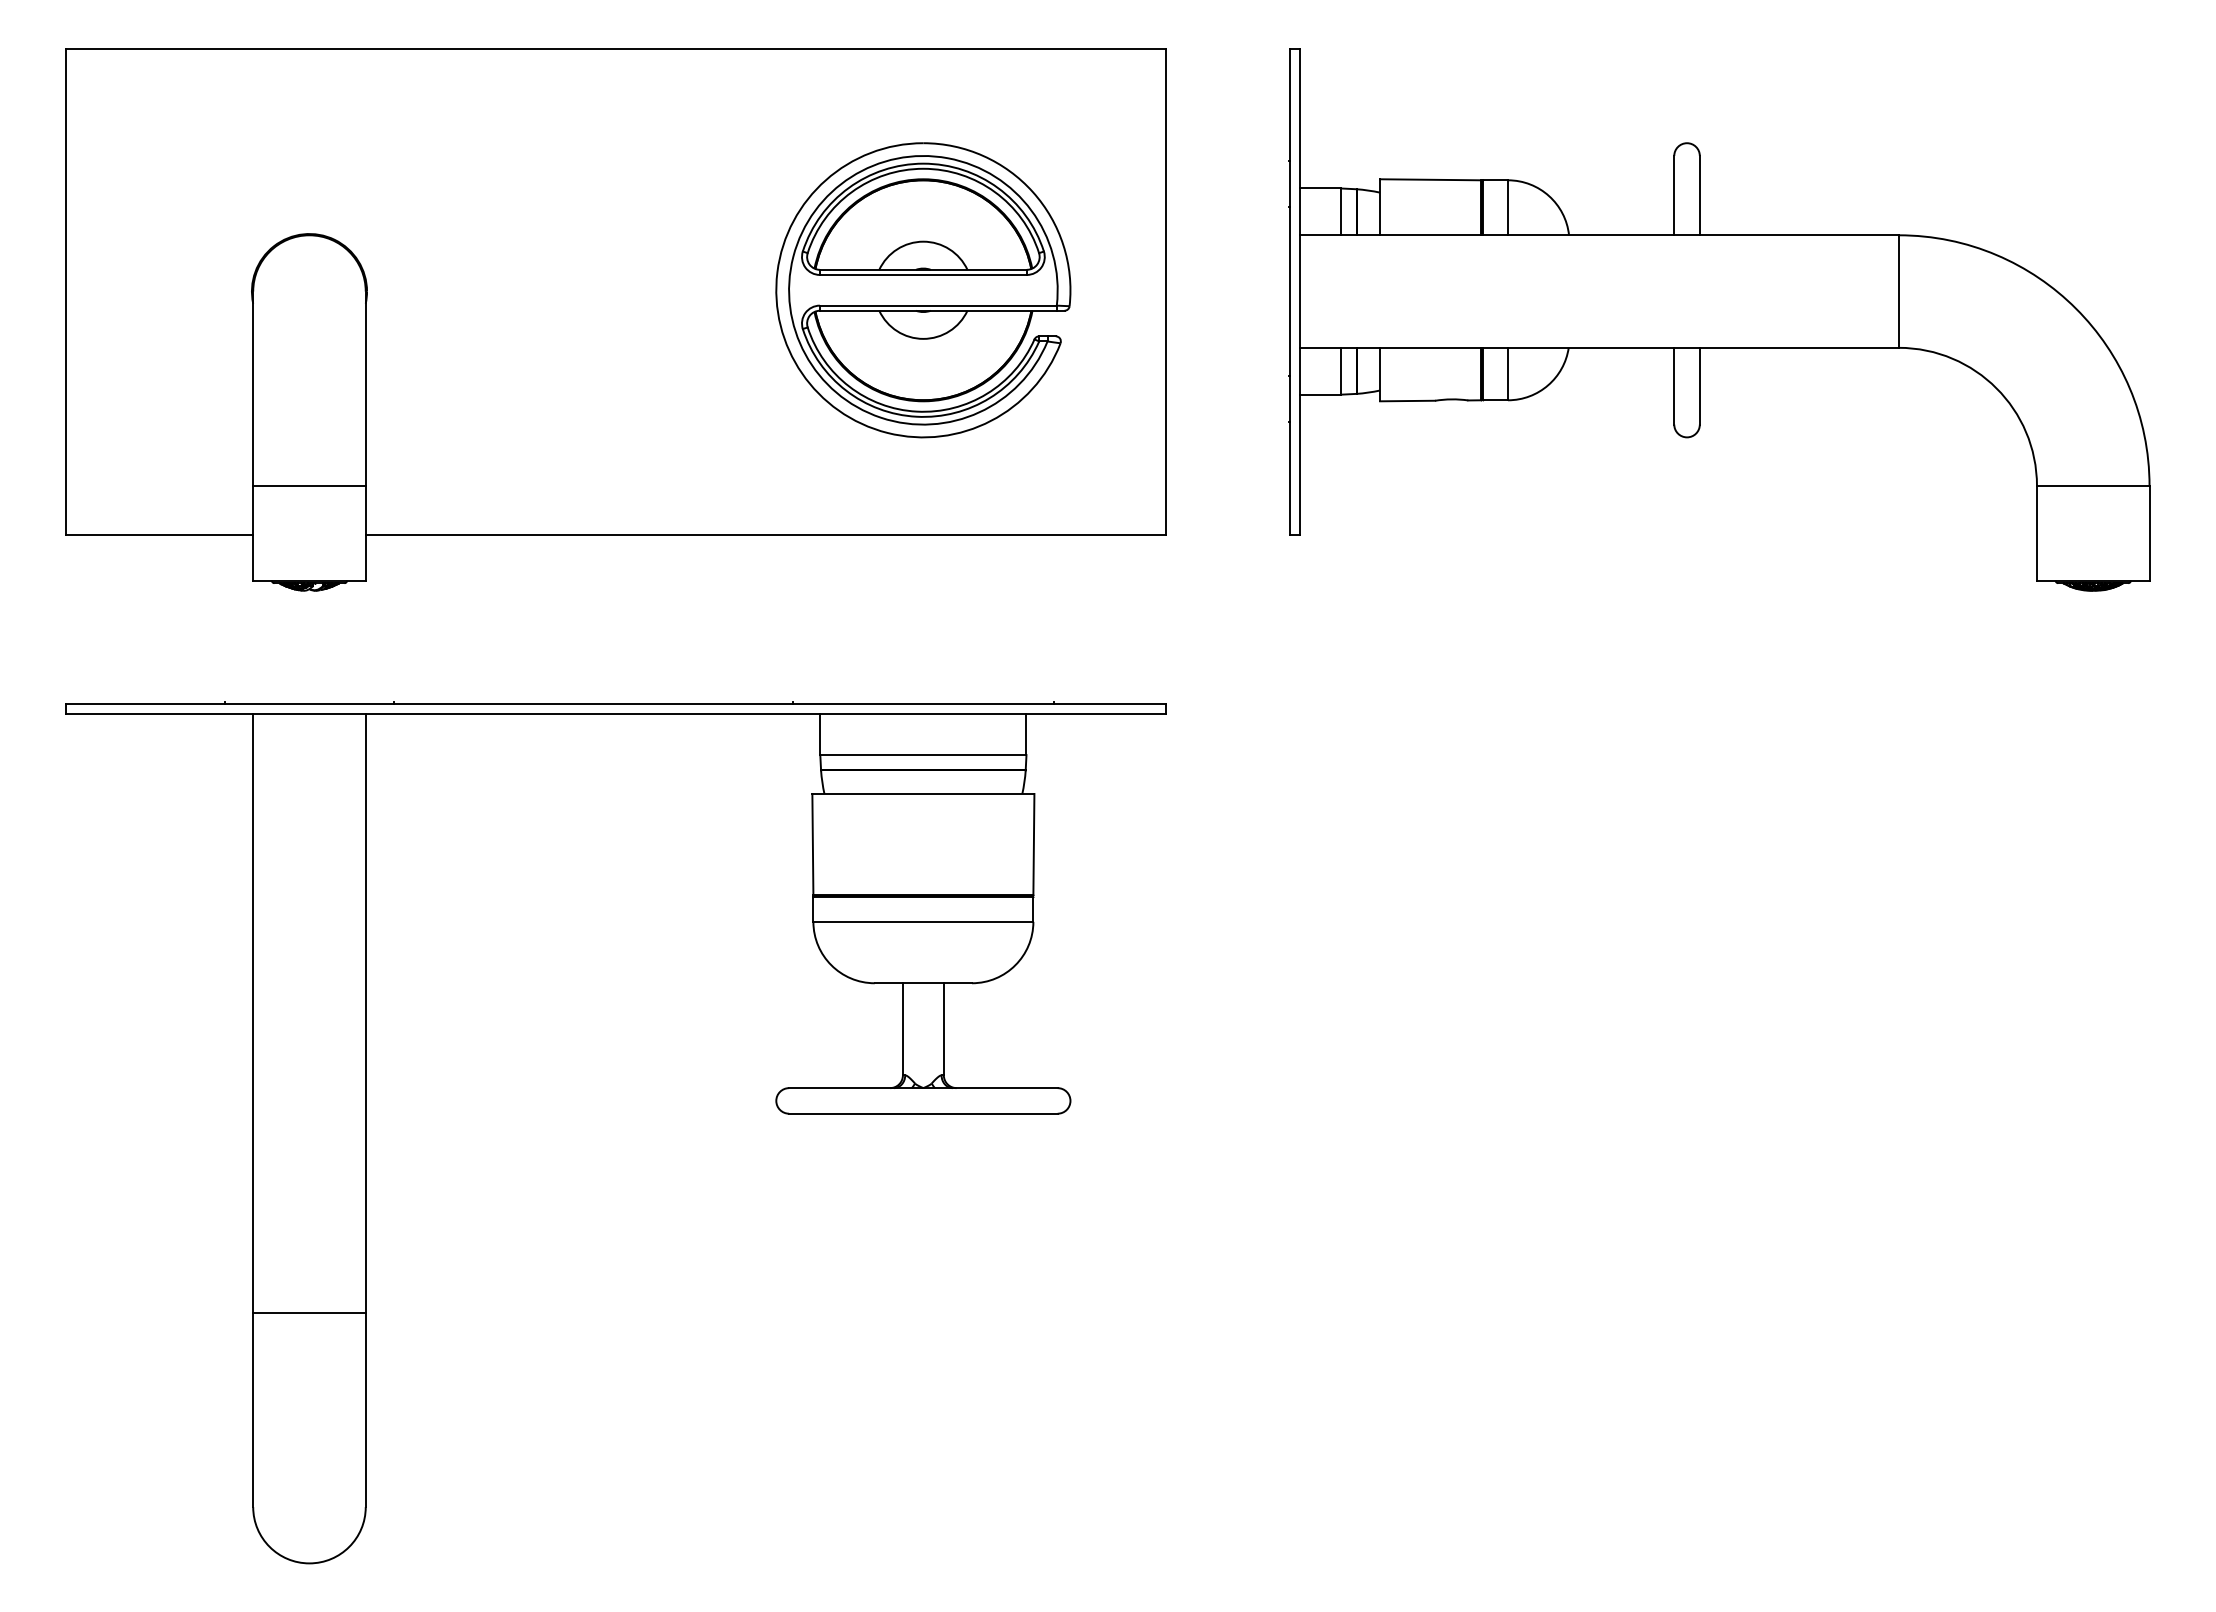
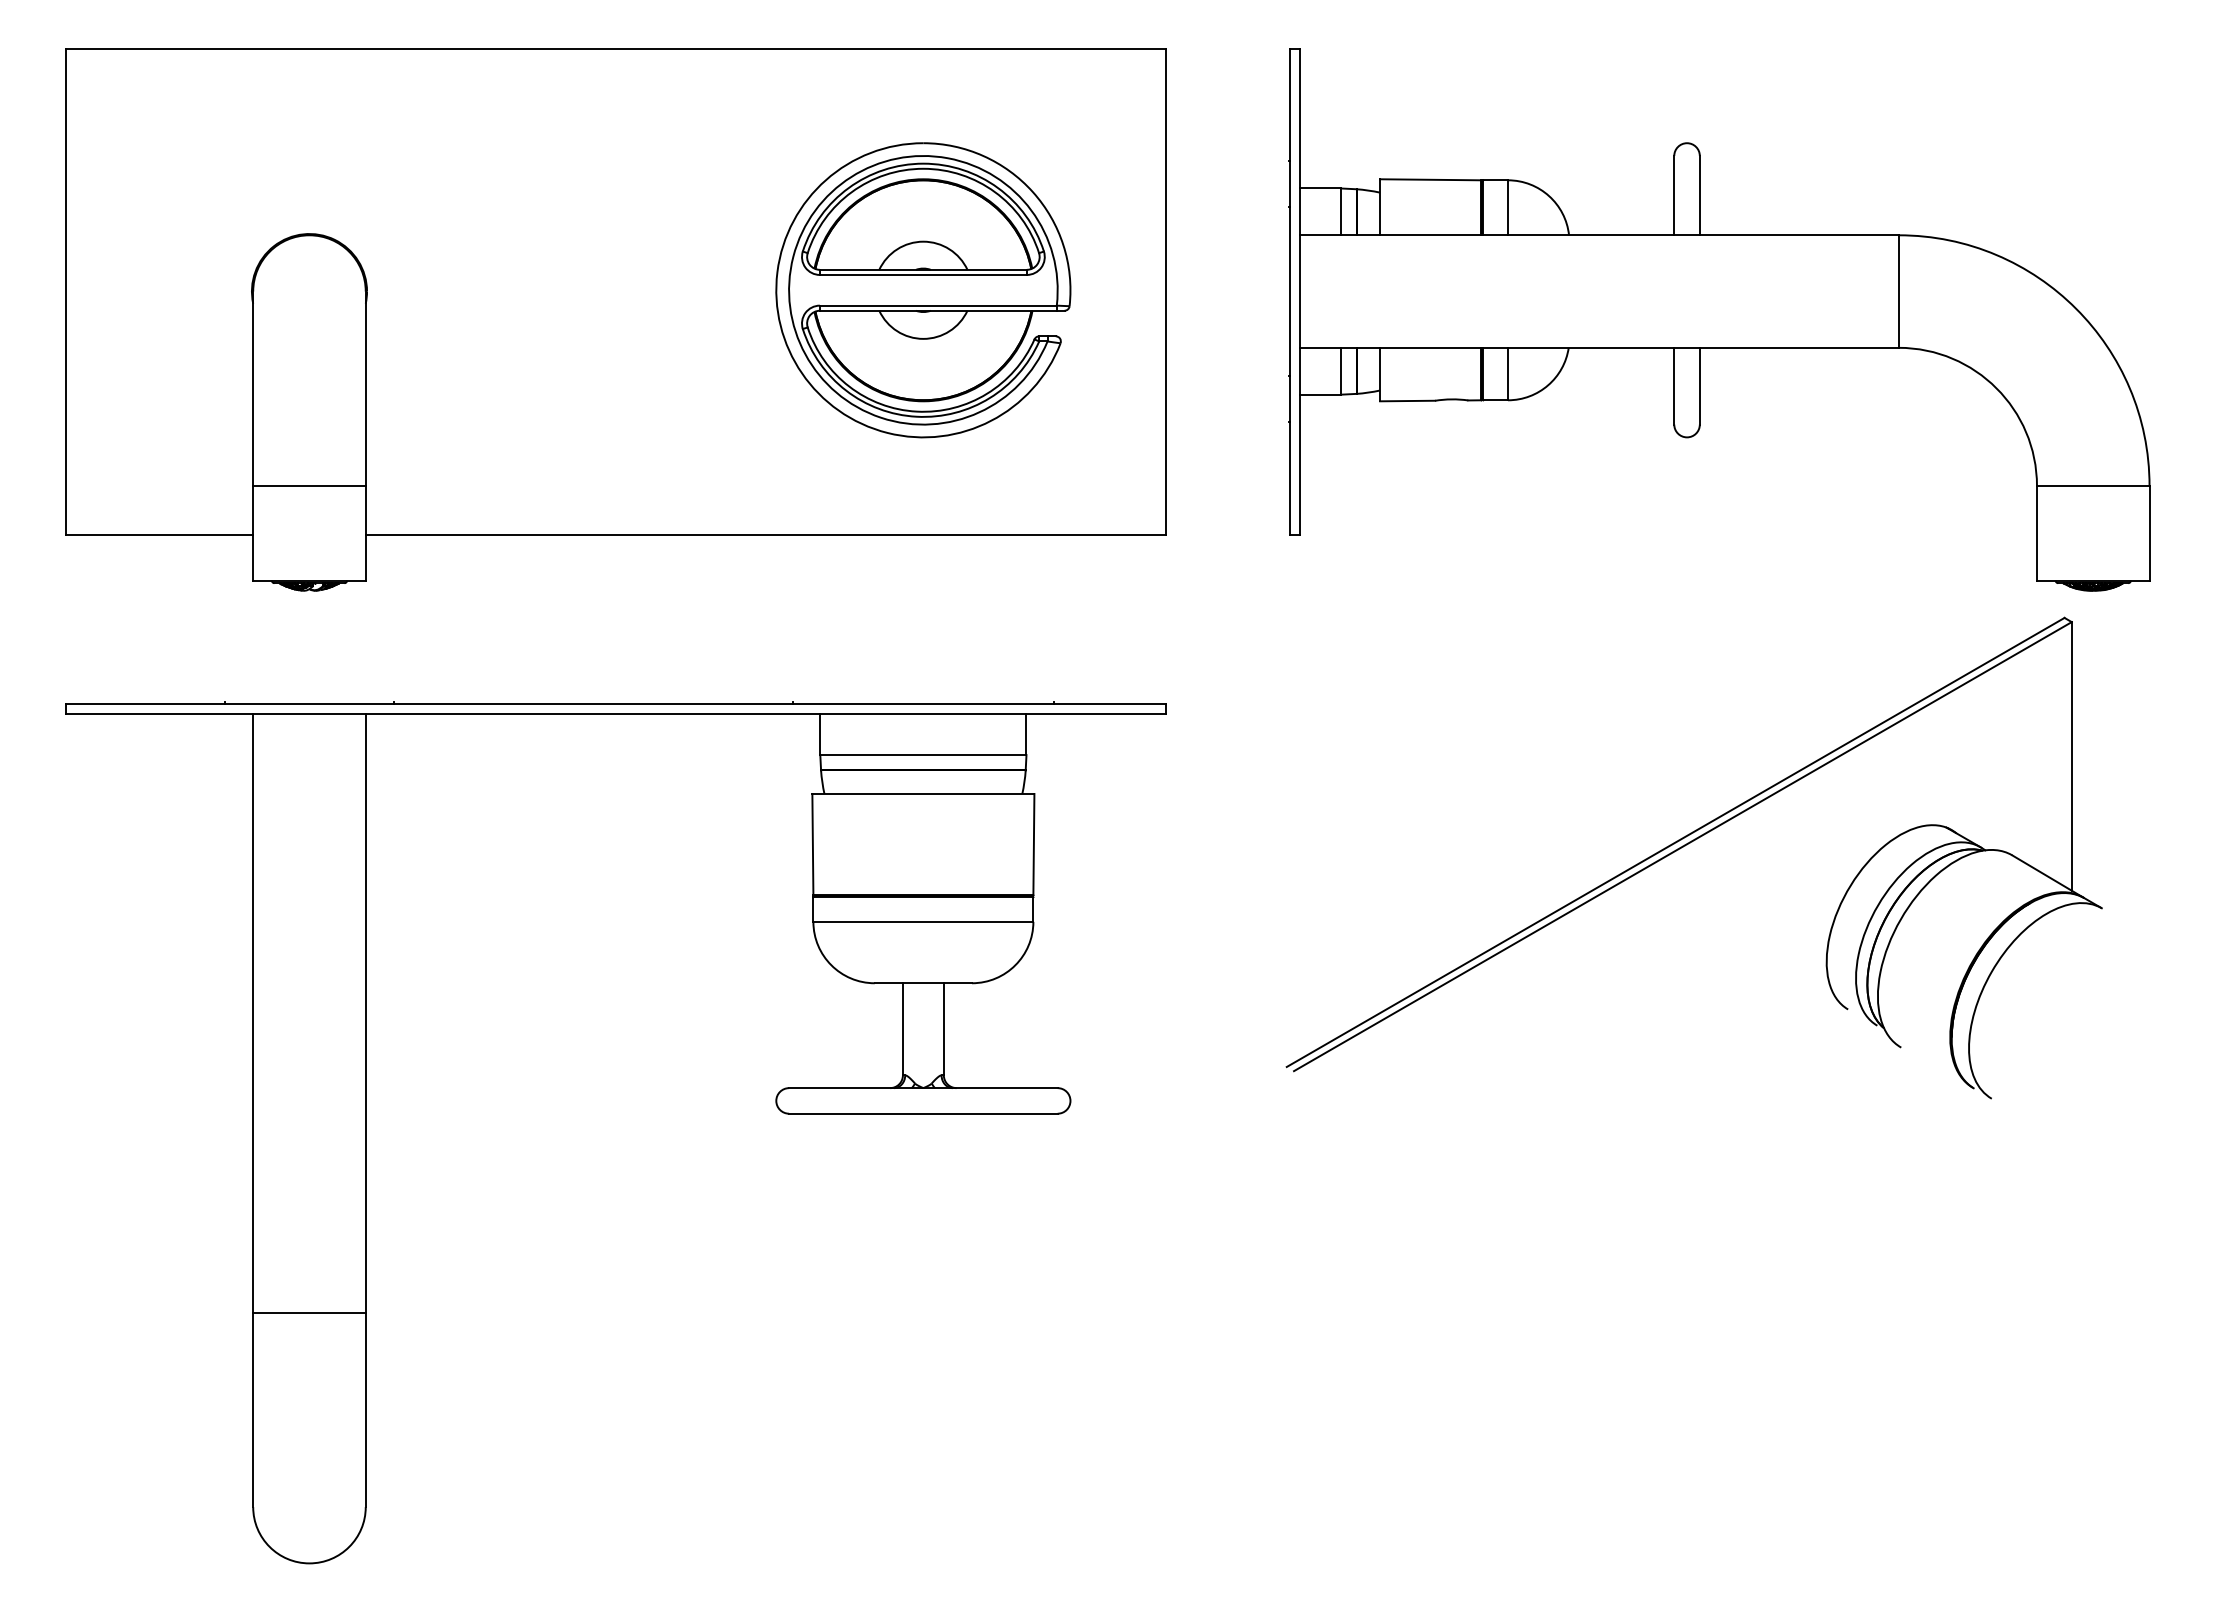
part at (1687, 845): none -> present
